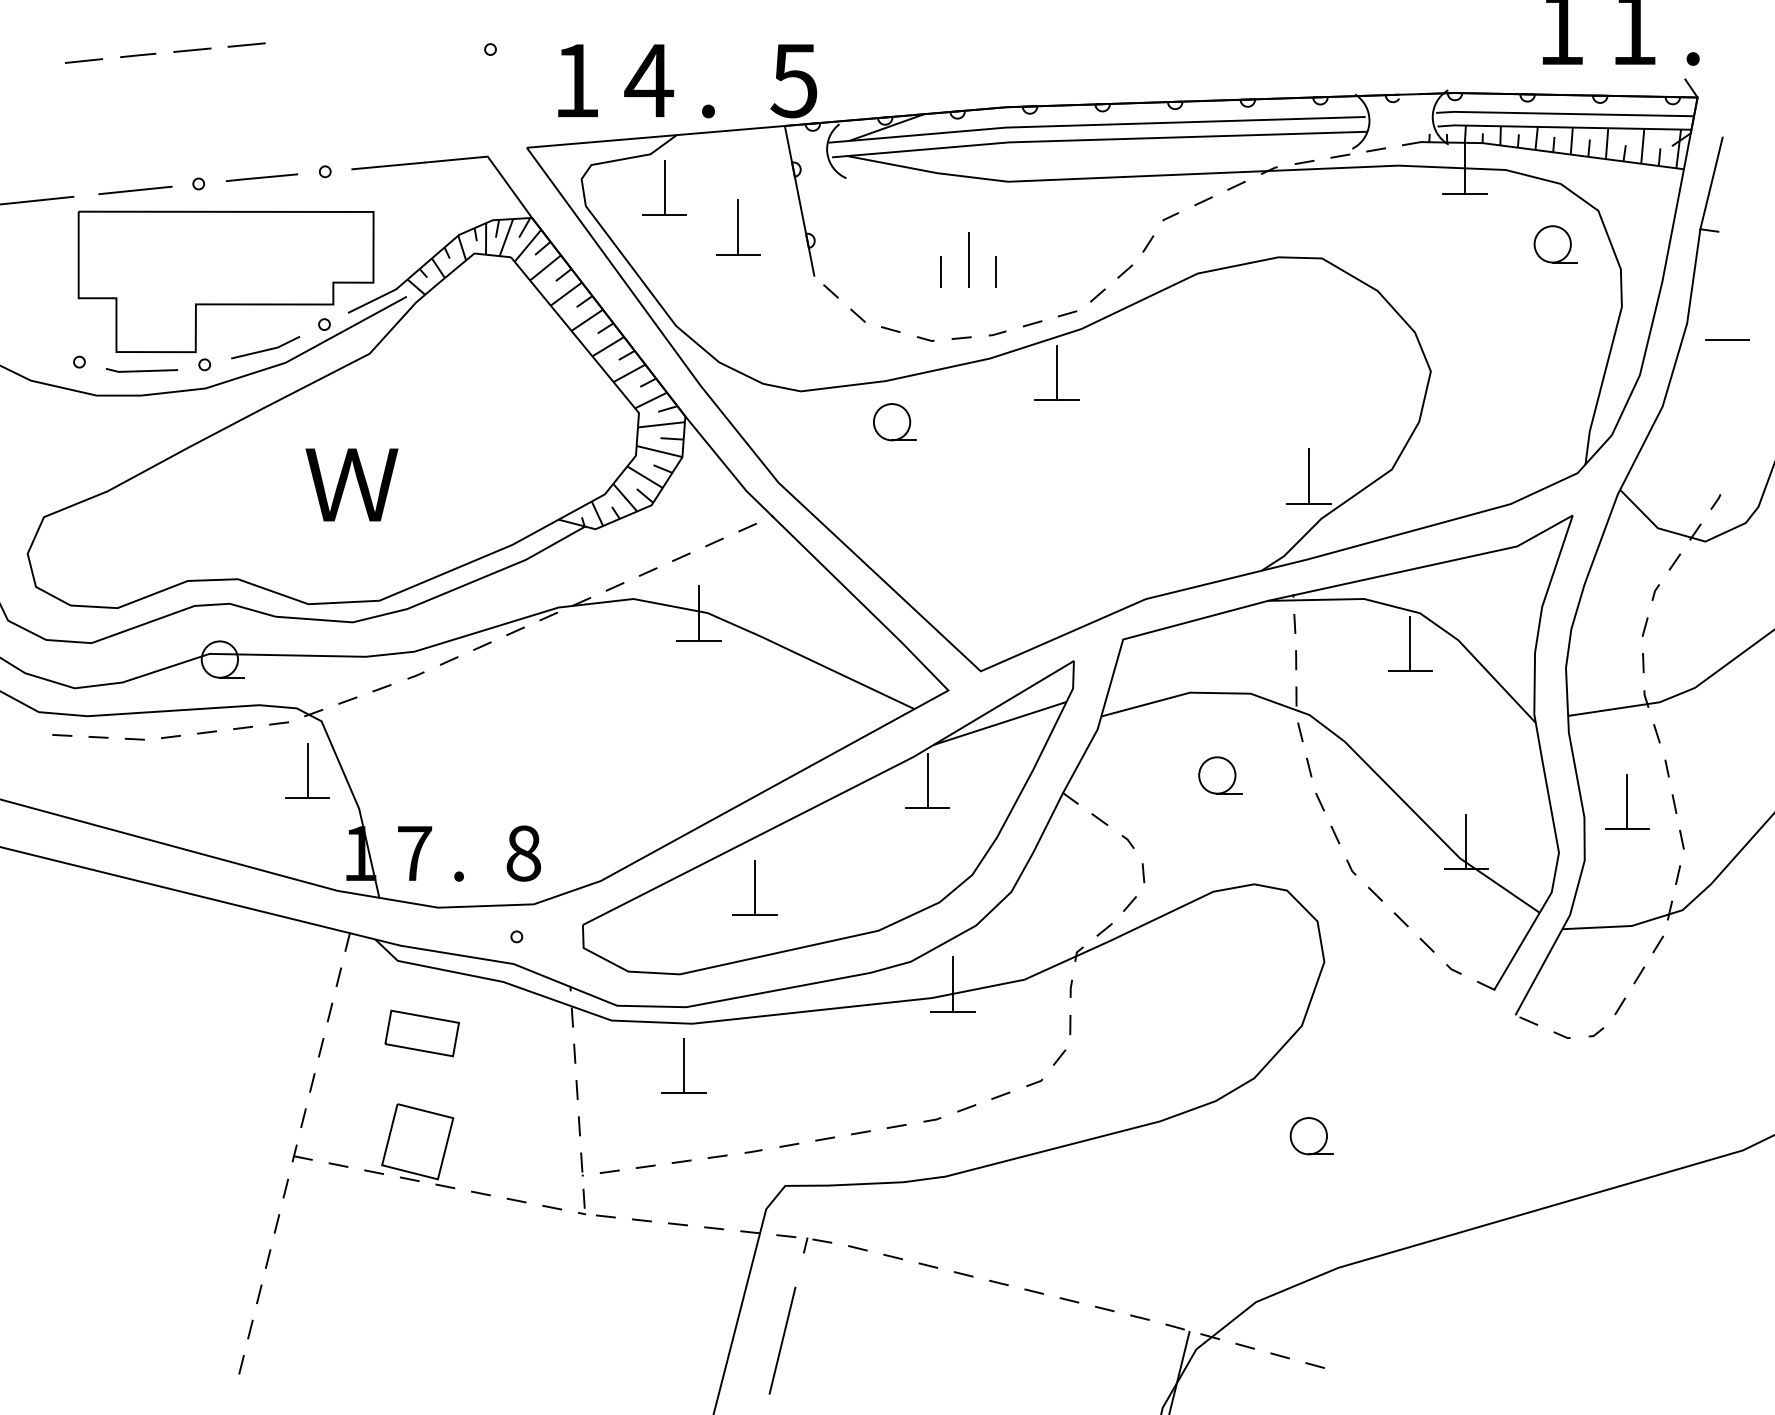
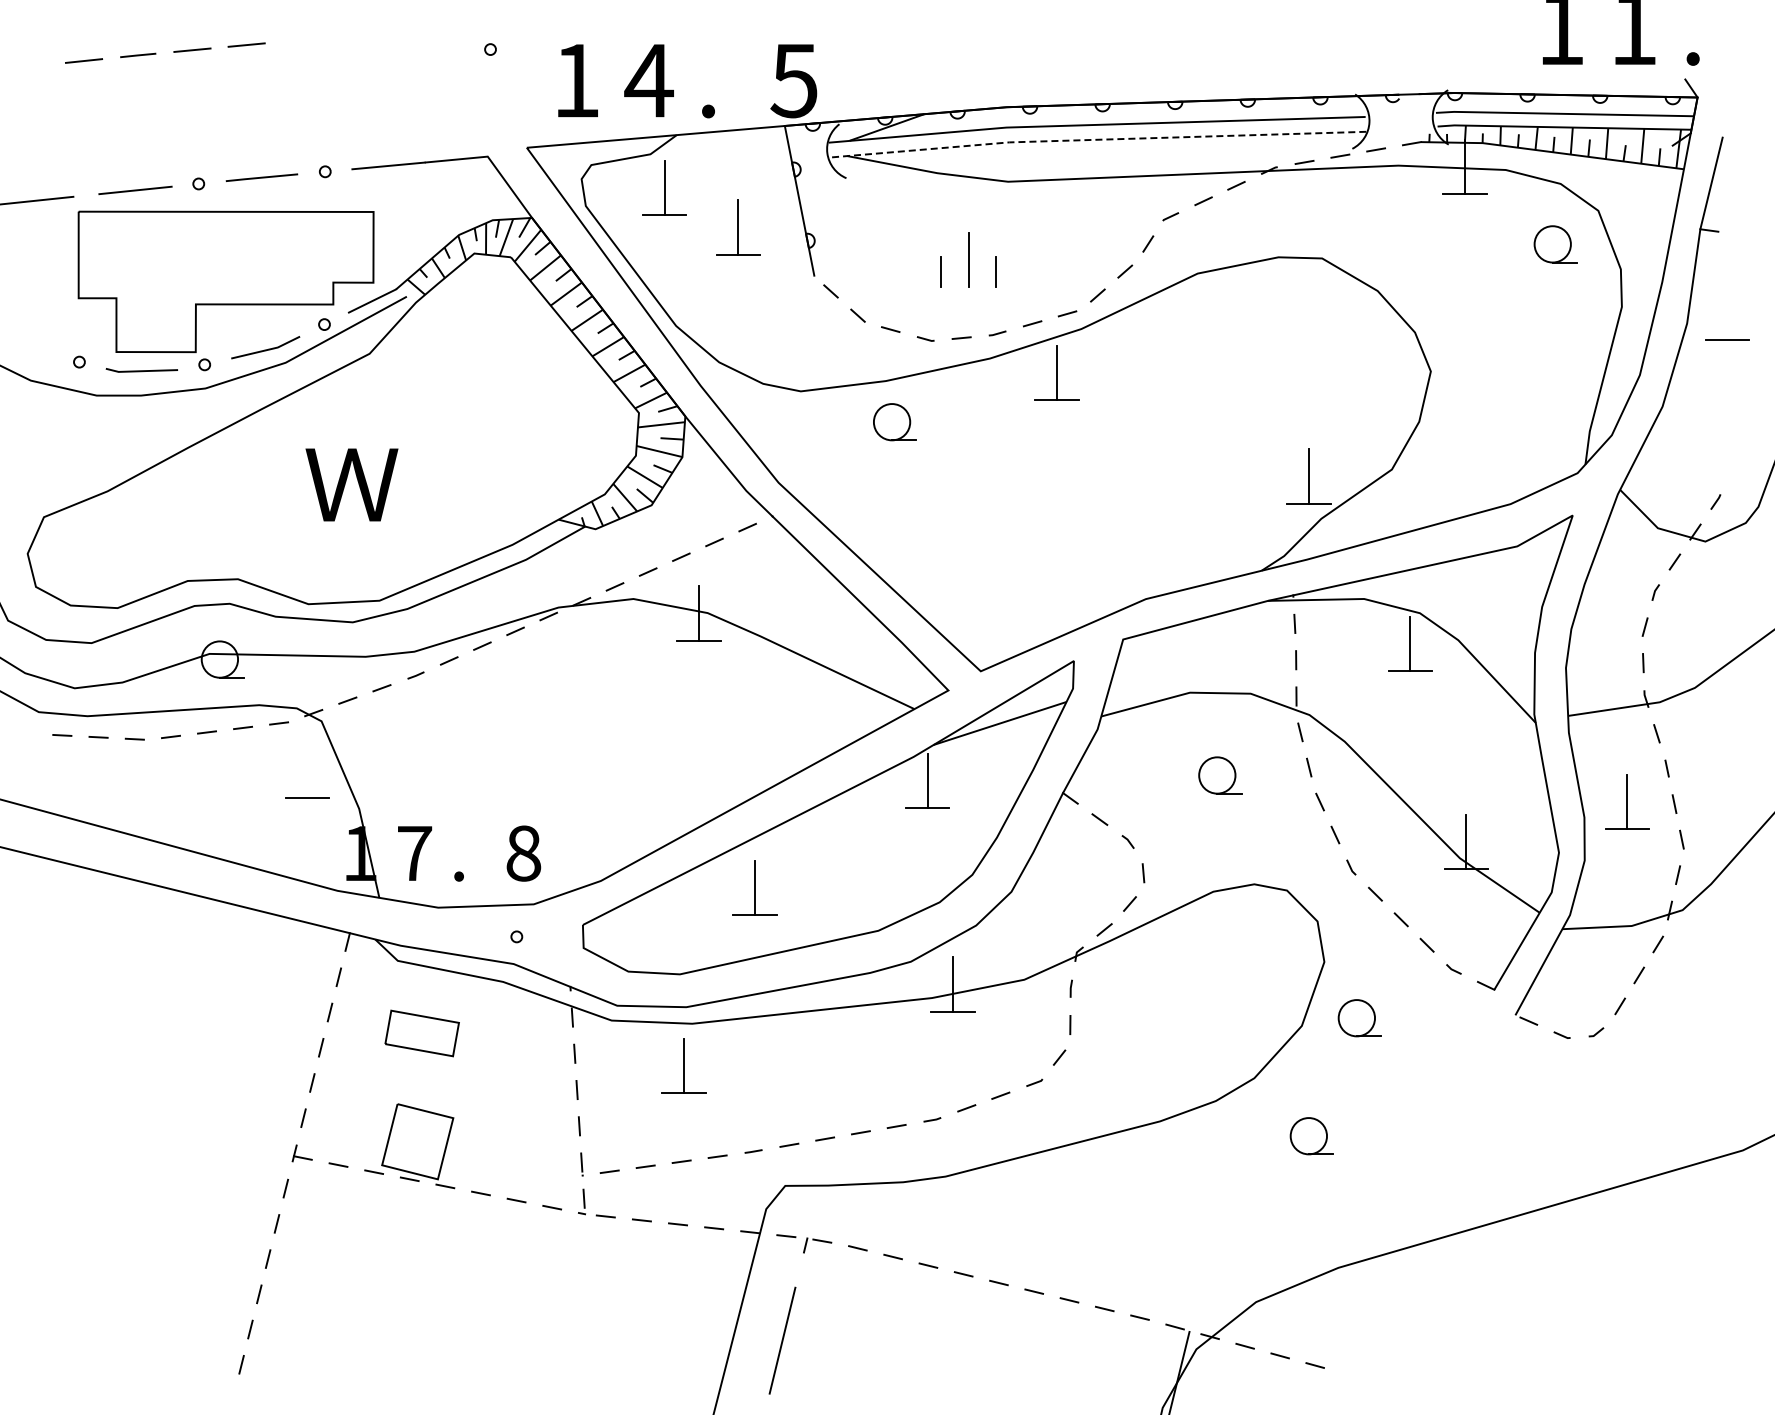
line at (1099, 139): solid -> dashed
line at (307, 770): present -> none
part at (1359, 1018): none -> present
